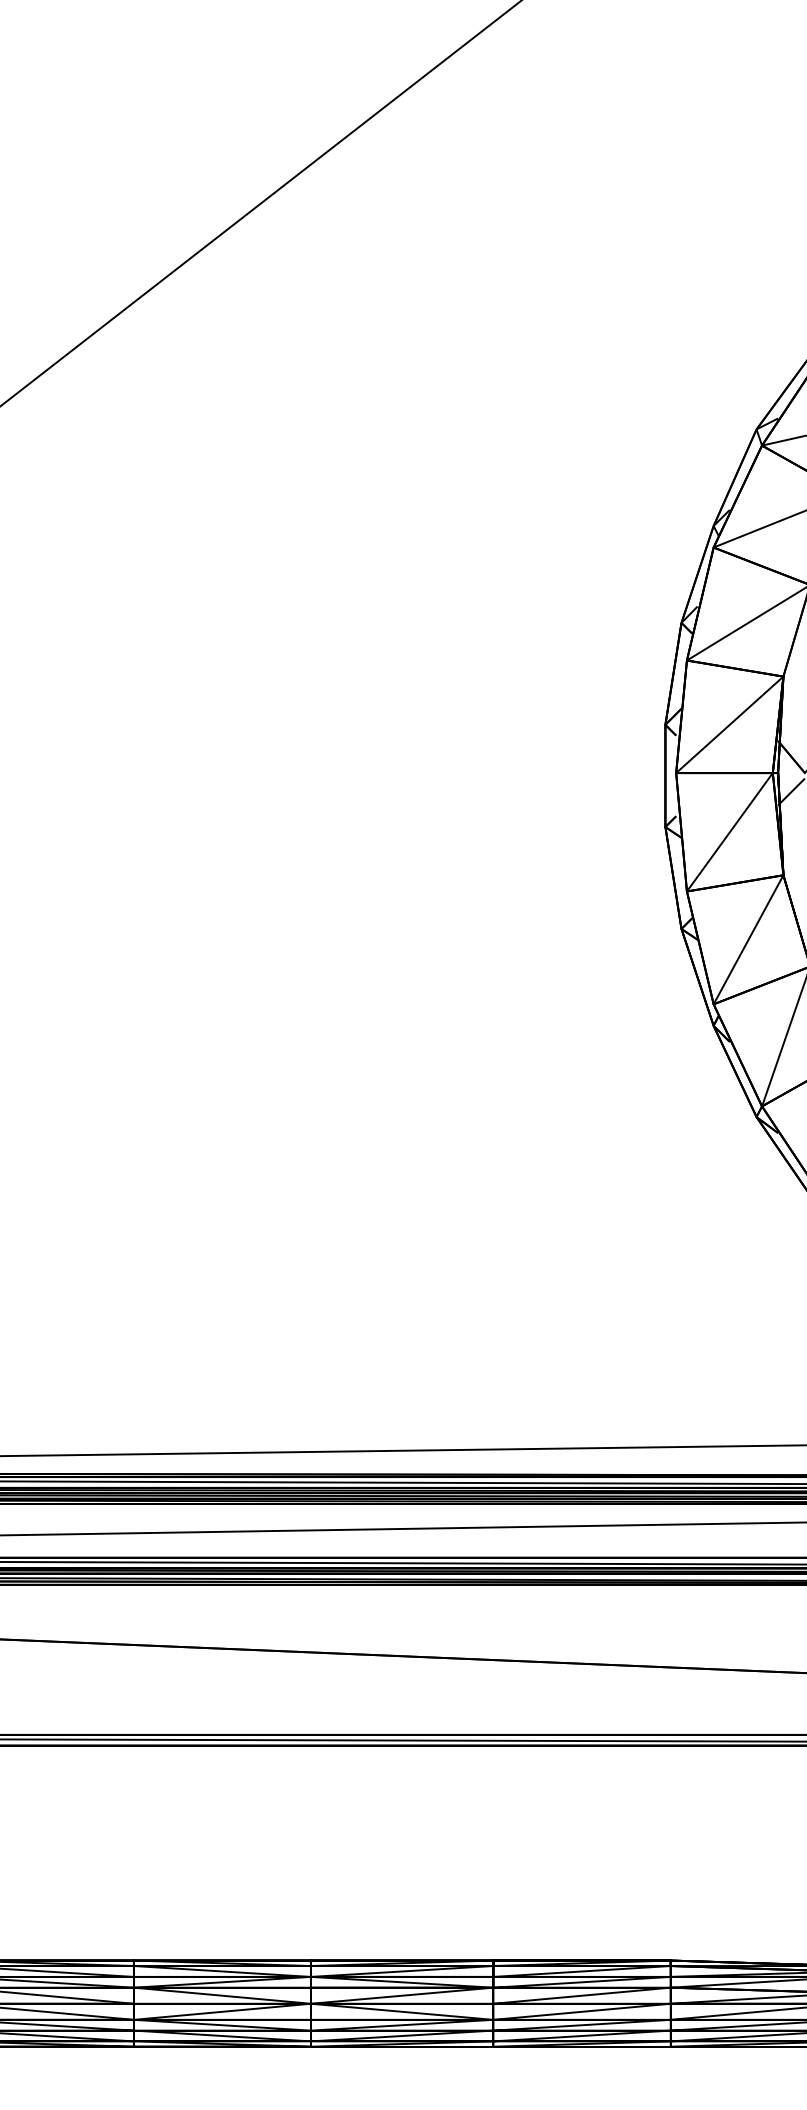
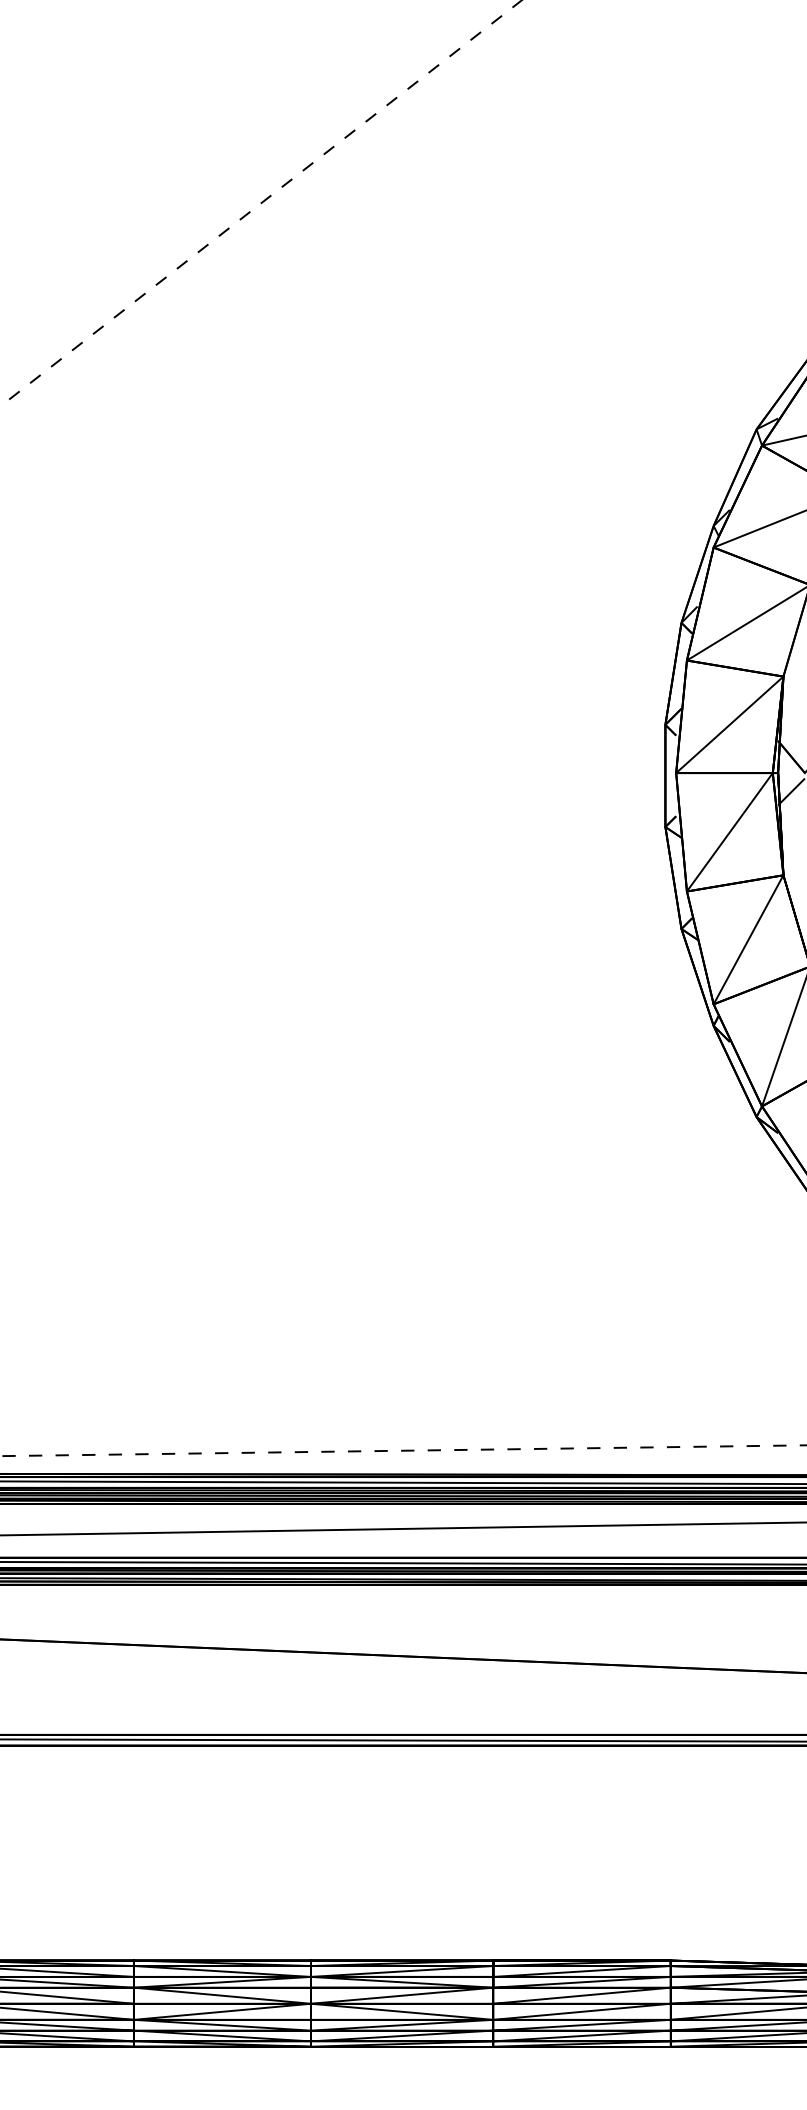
line at (261, 203): solid -> dashed
line at (403, 1450): solid -> dashed
